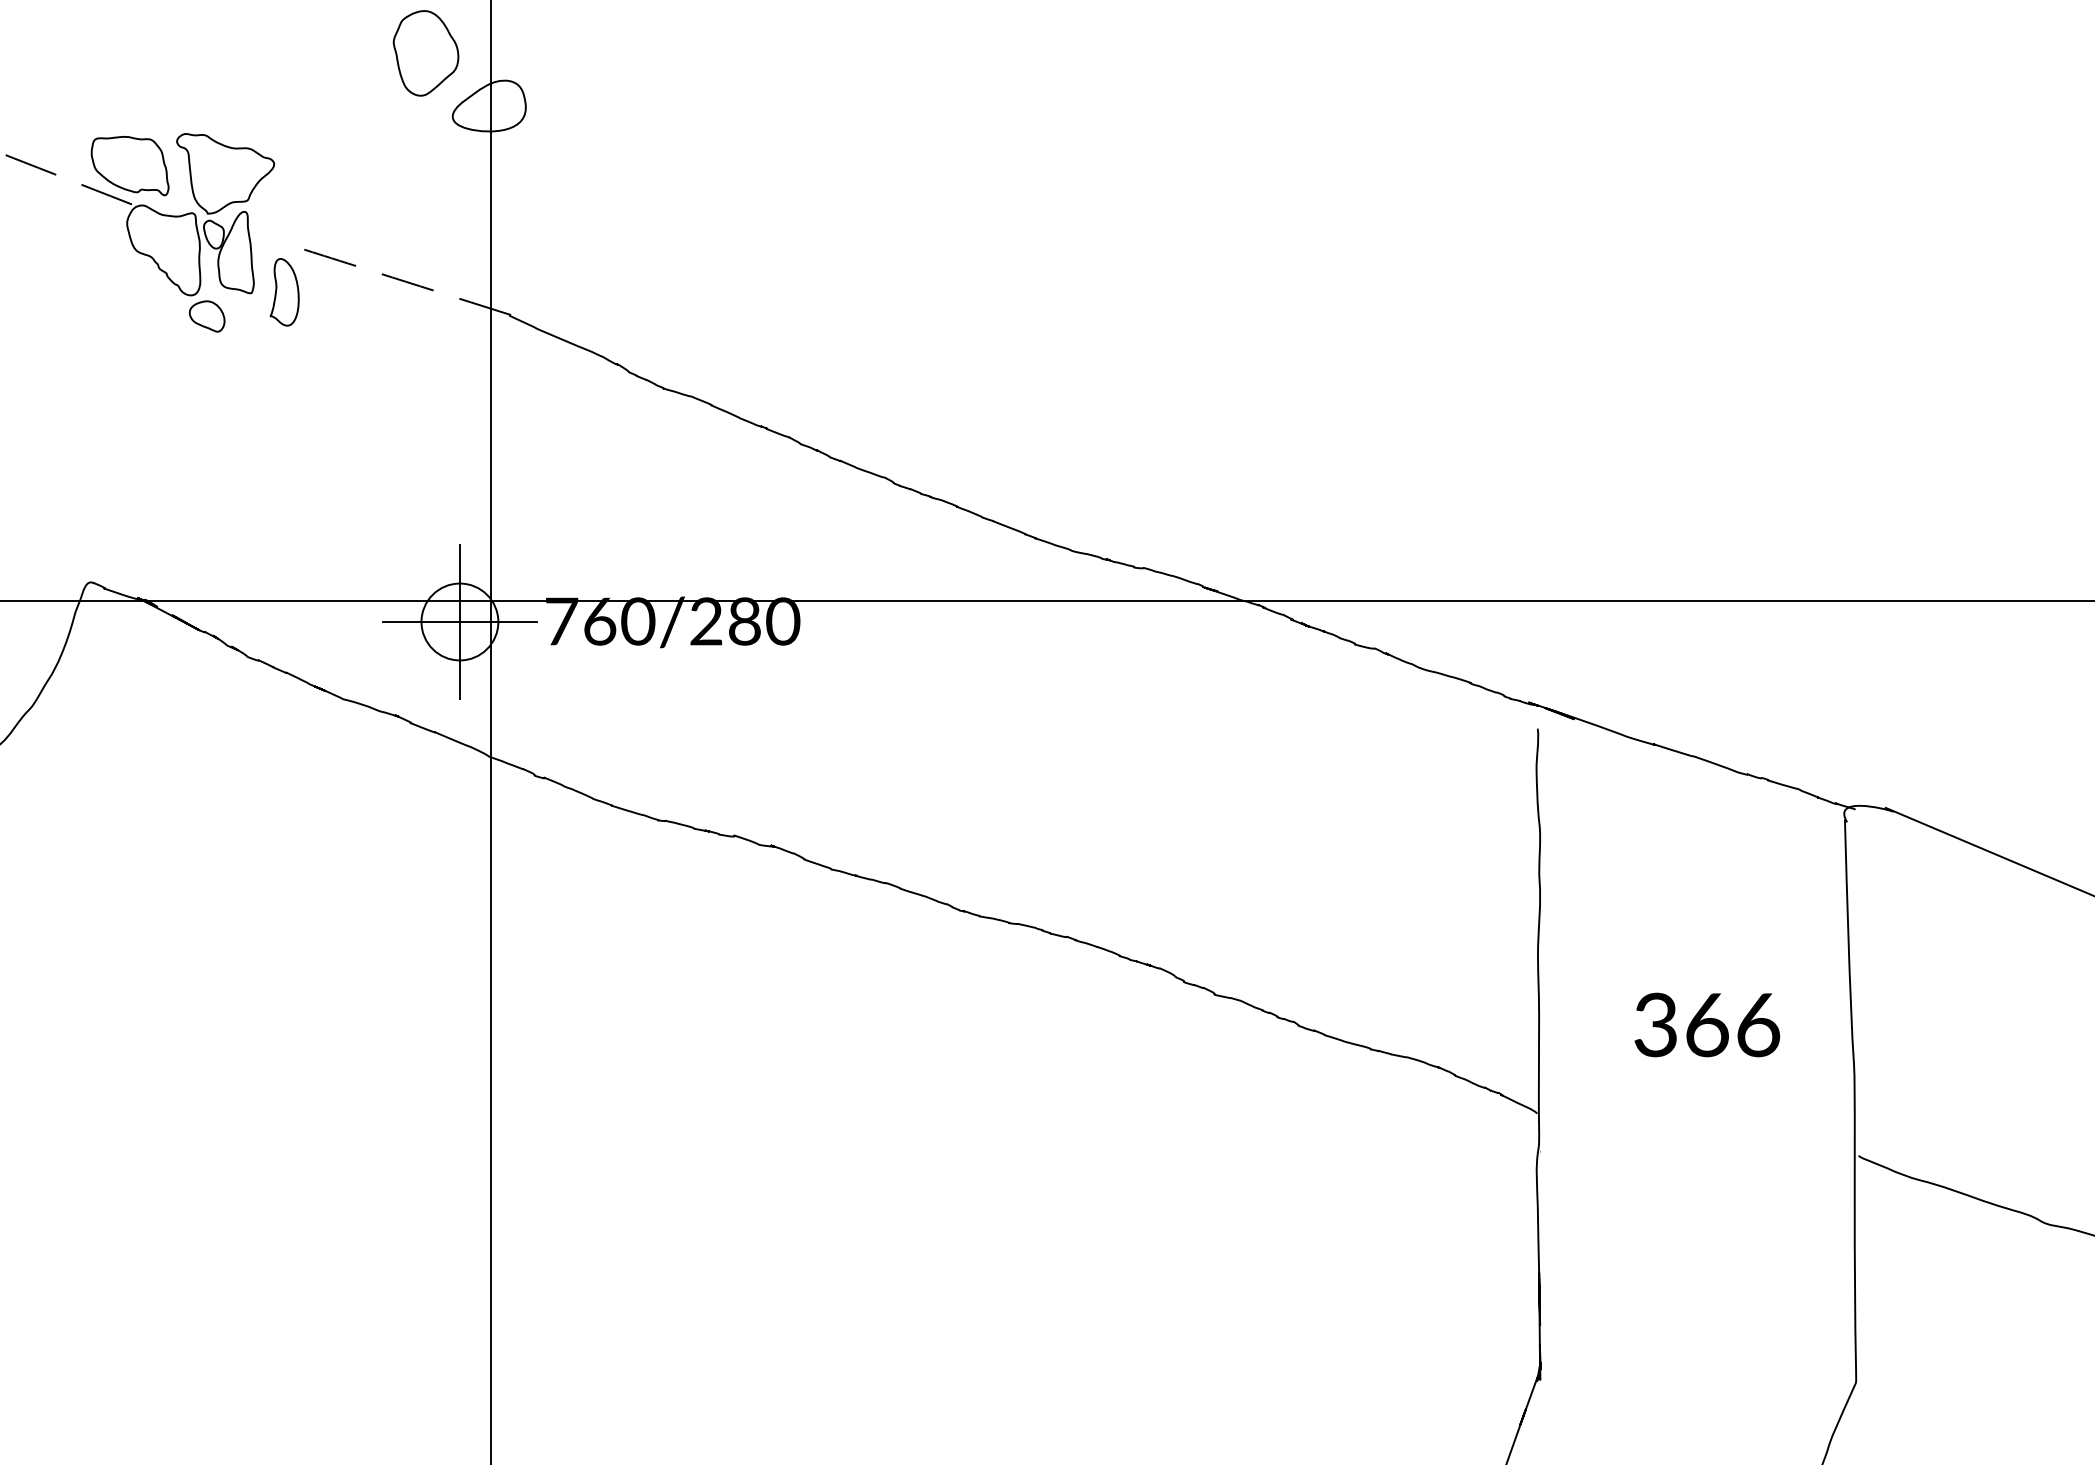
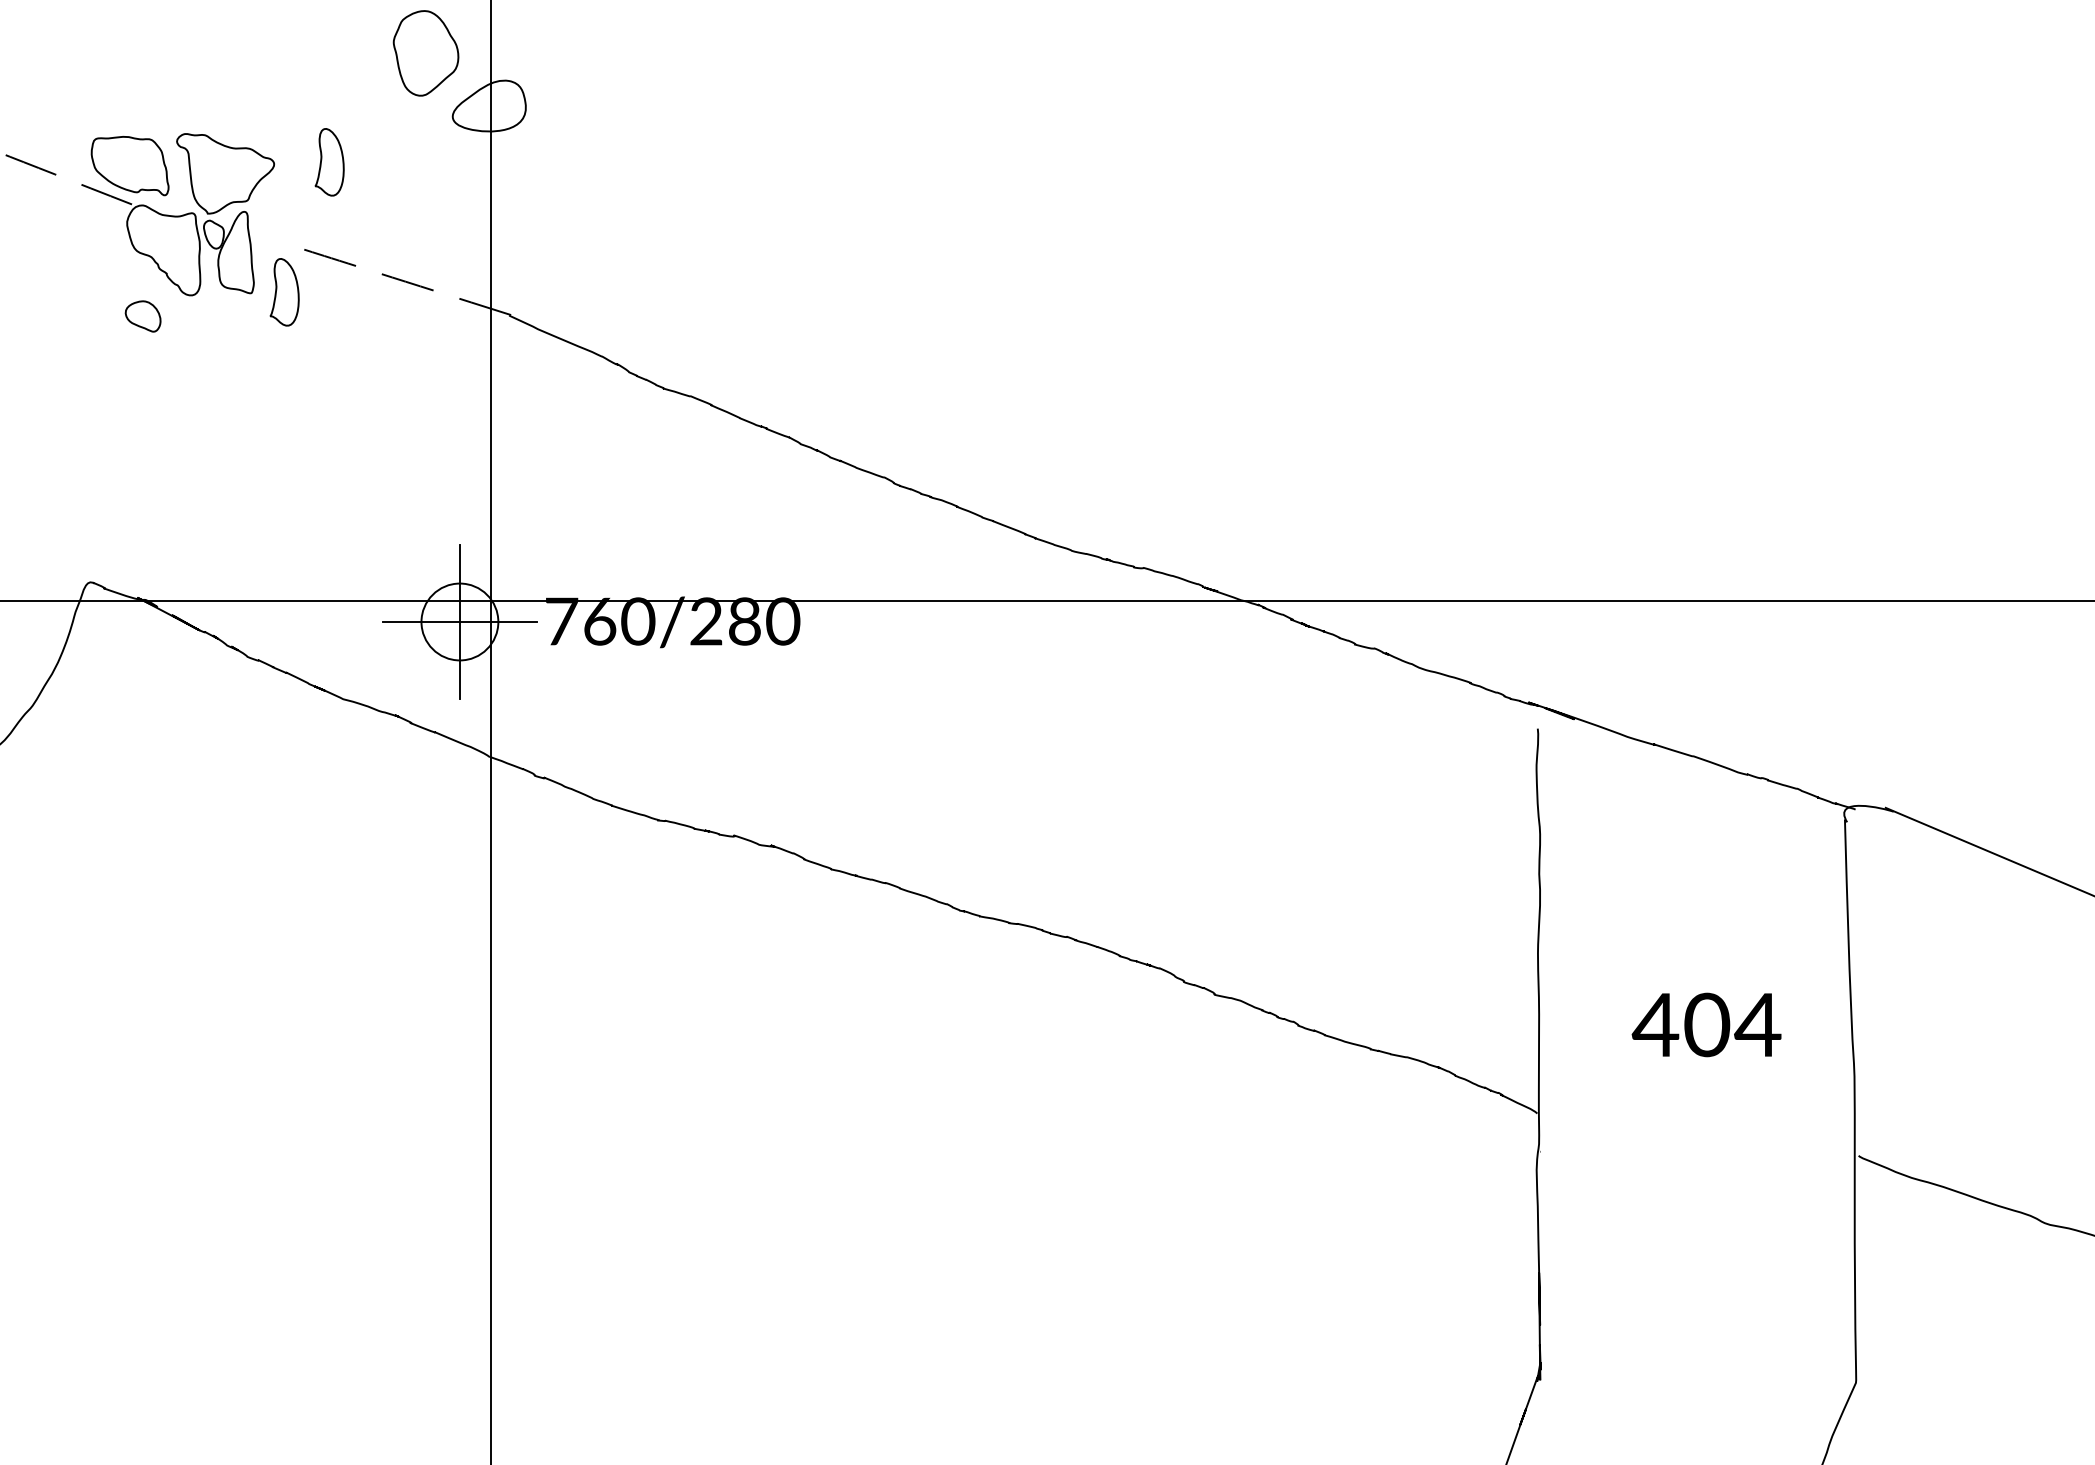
part at (329, 162): none -> present
part at (206, 316) position: (206, 316) -> (142, 316)
text at (1706, 1024): 366 -> 404
